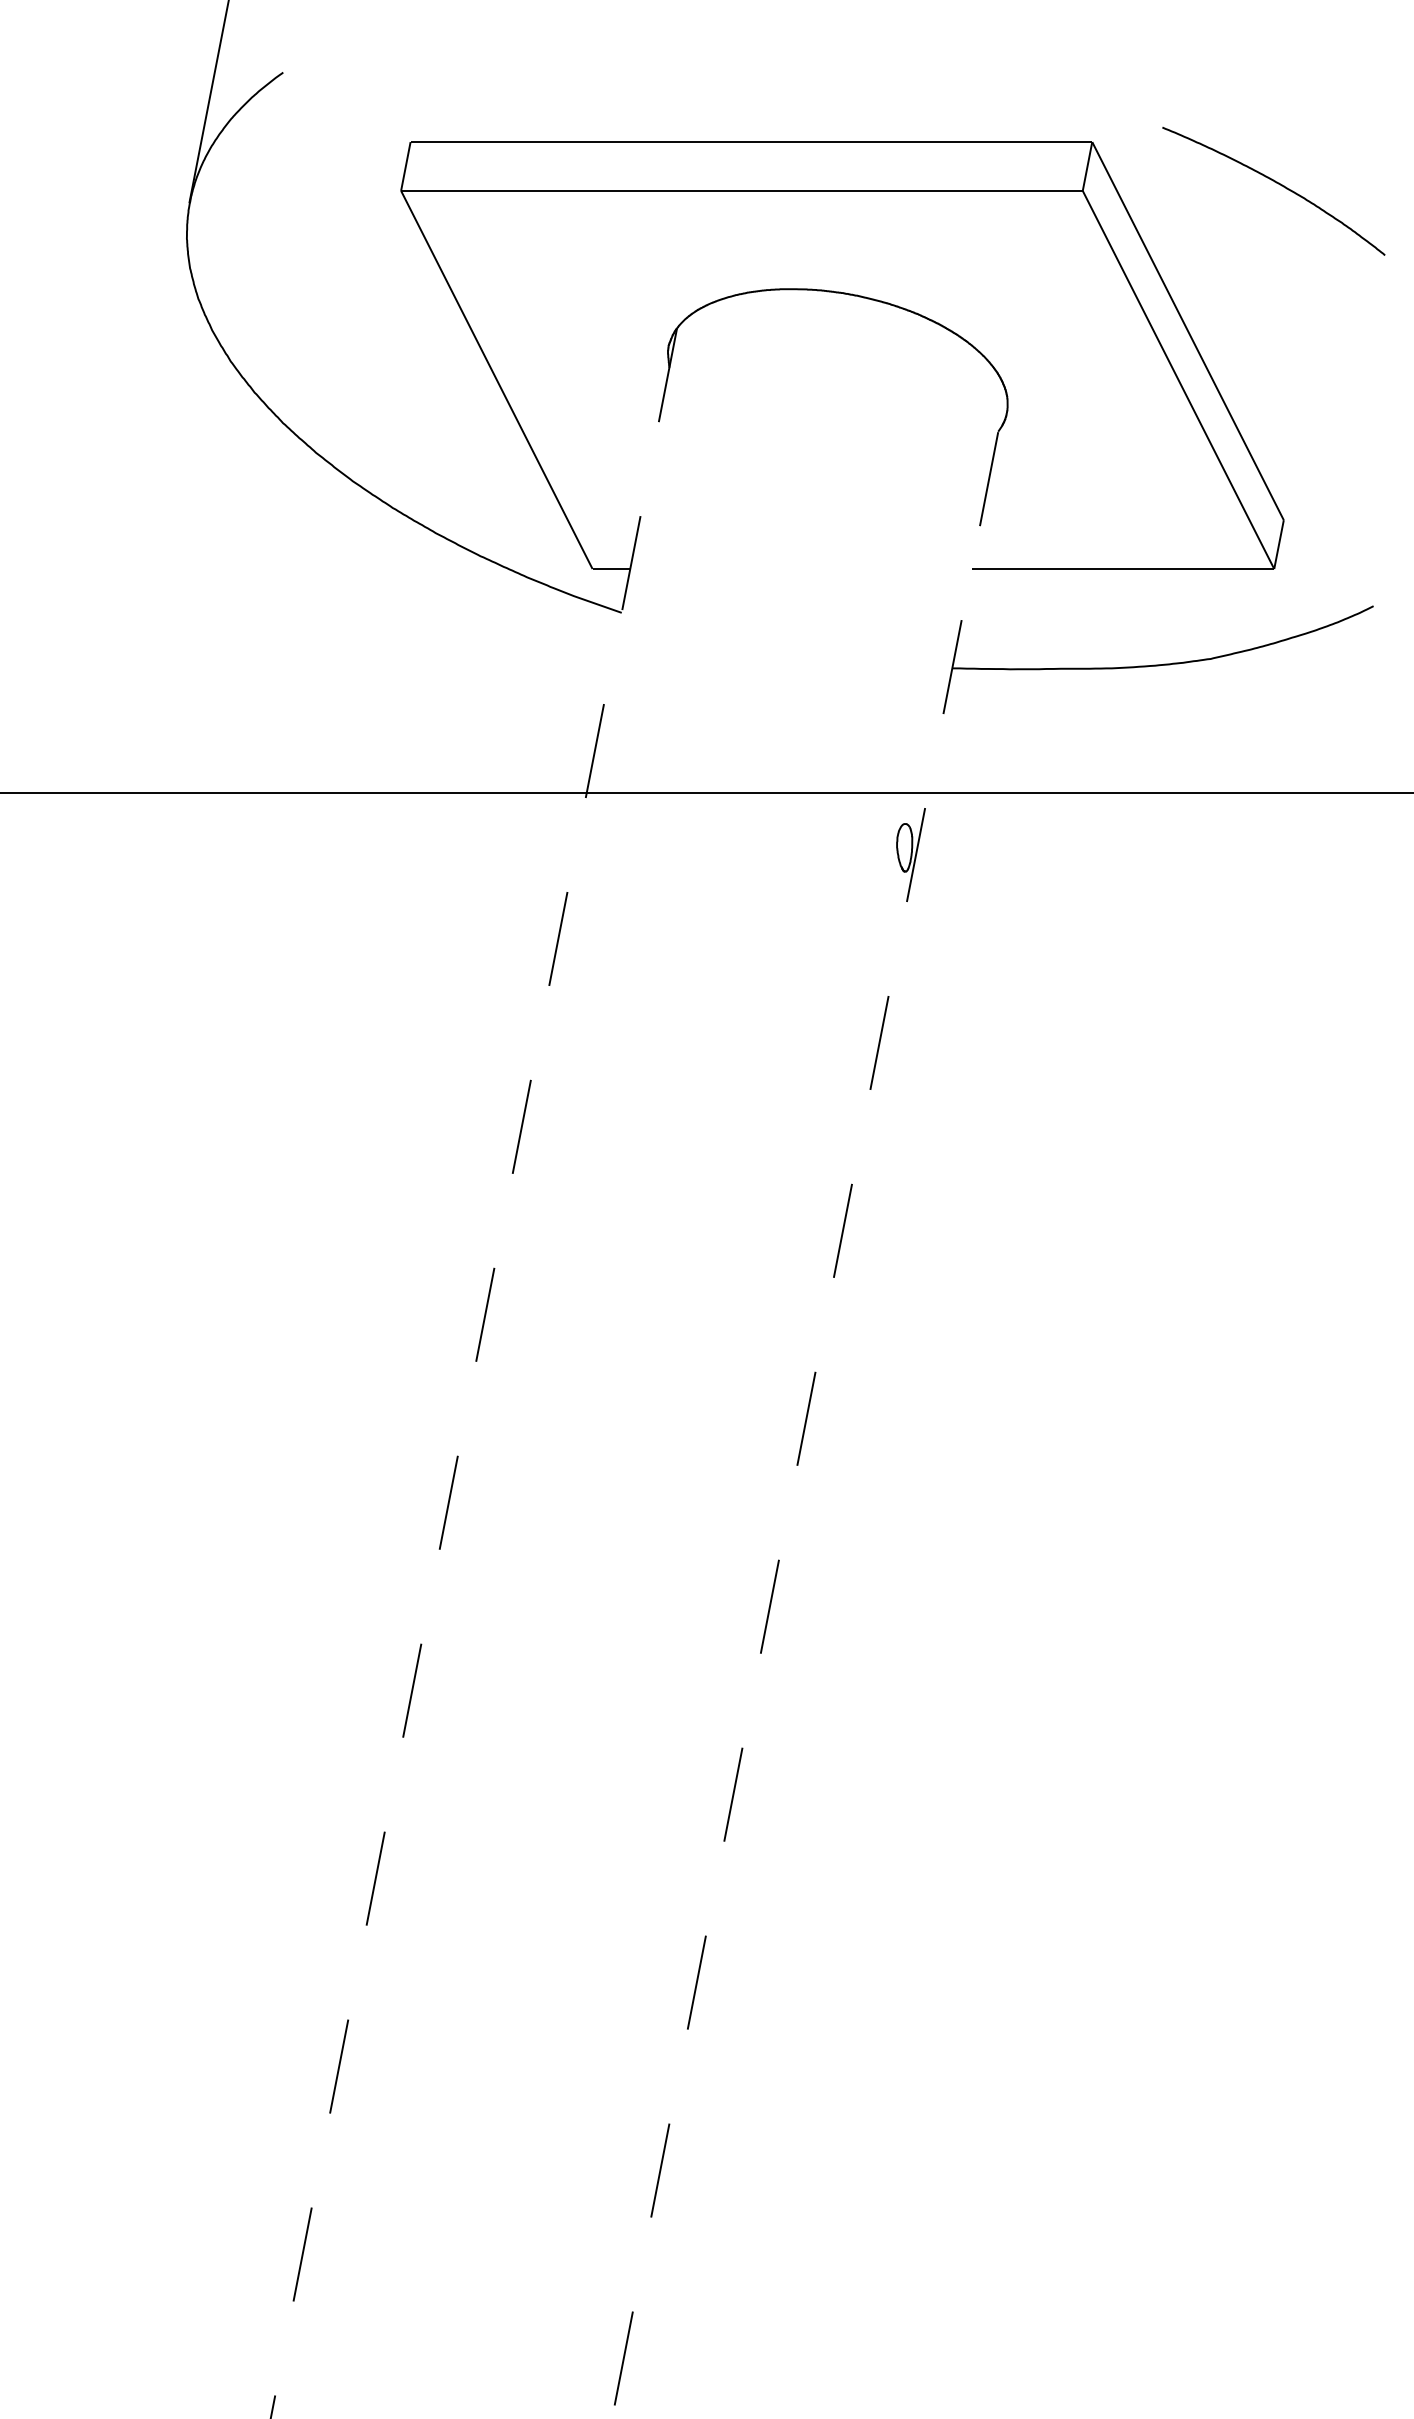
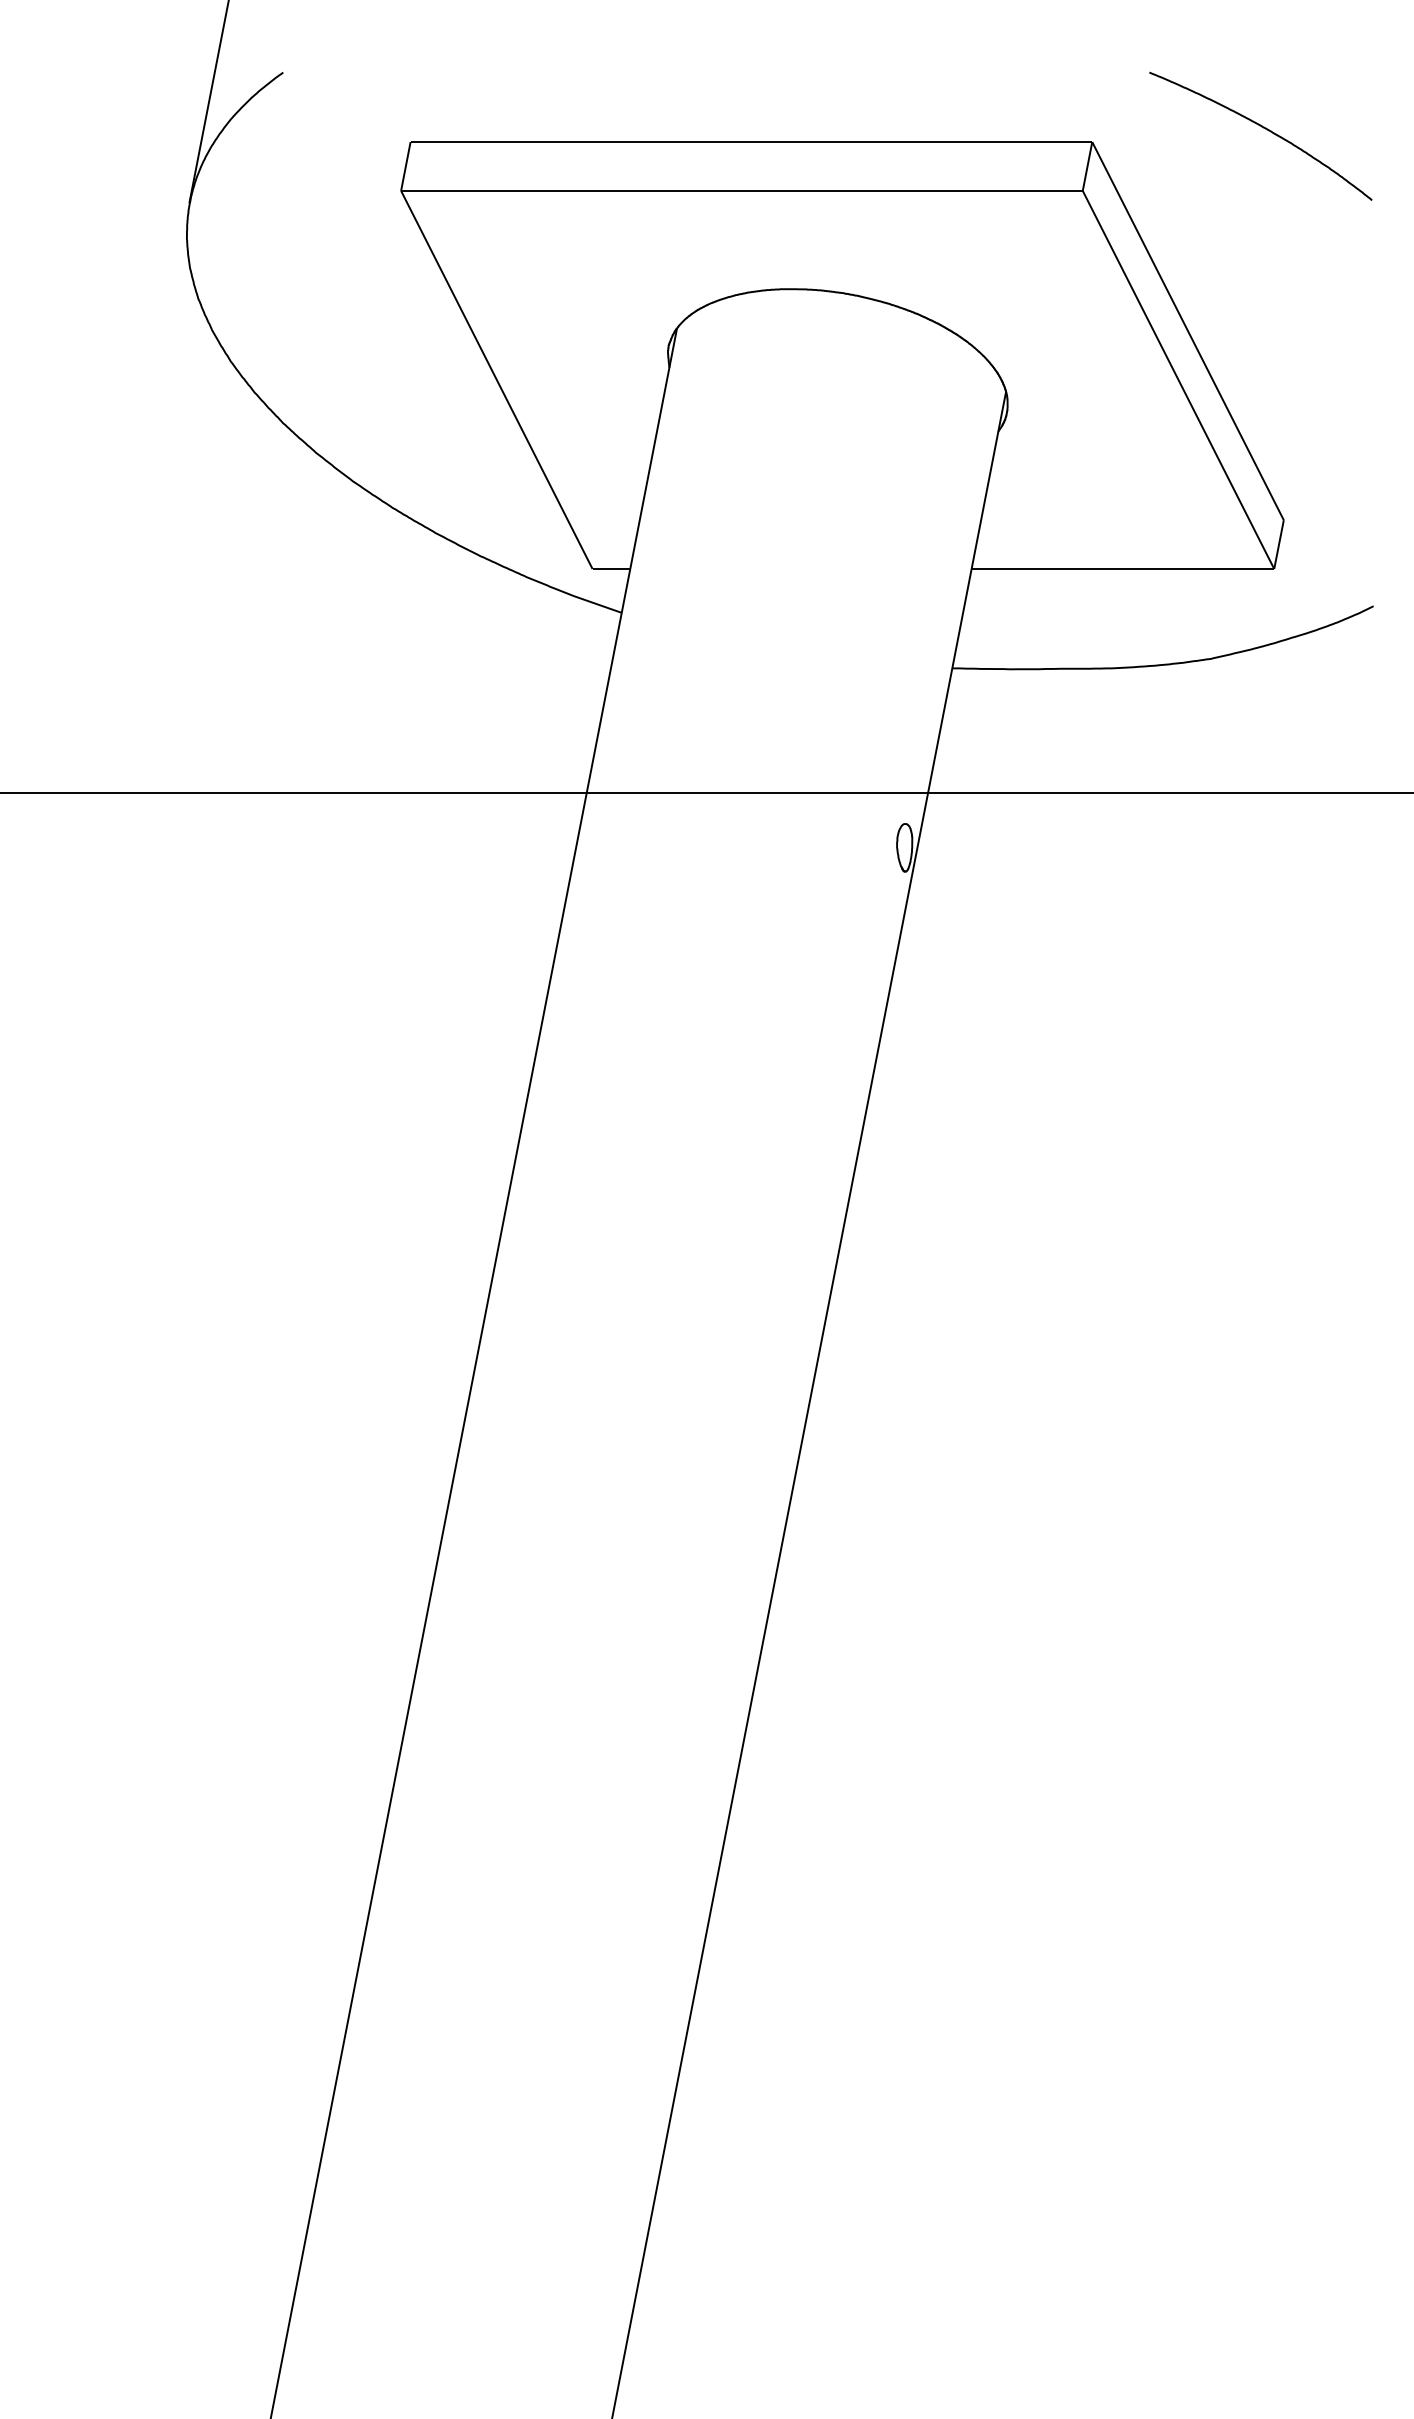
curve at (1276, 183) position: (1276, 183) -> (1263, 128)
line at (473, 1373): dashed -> solid
line at (809, 1405): dashed -> solid
